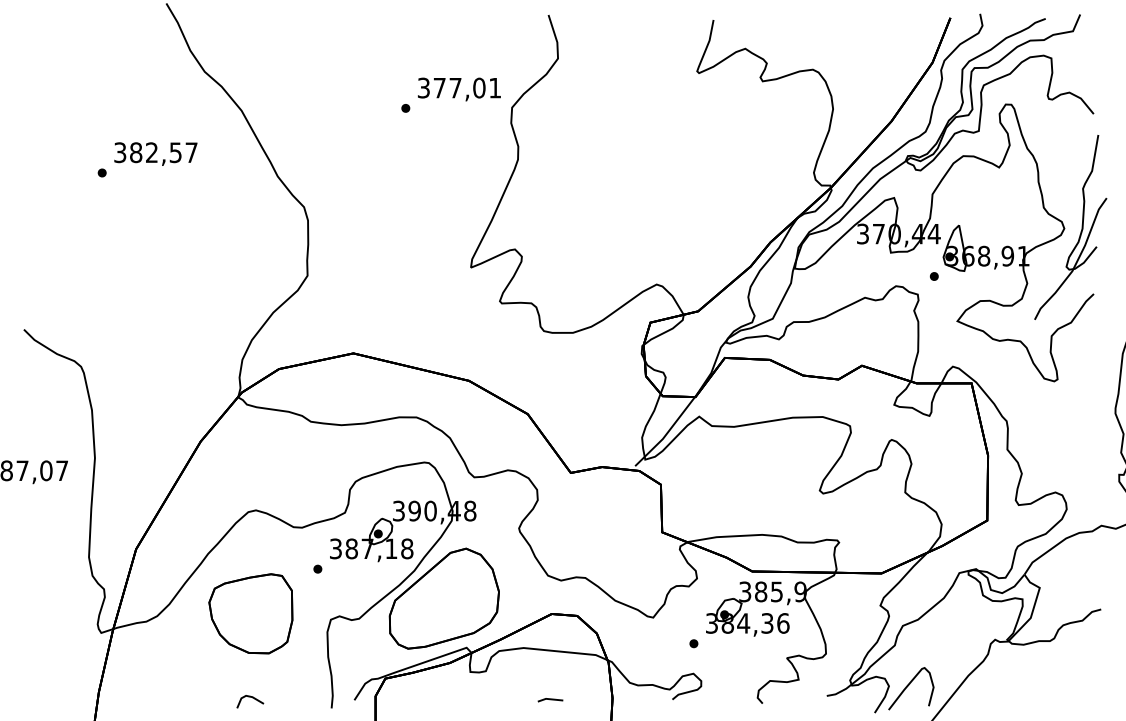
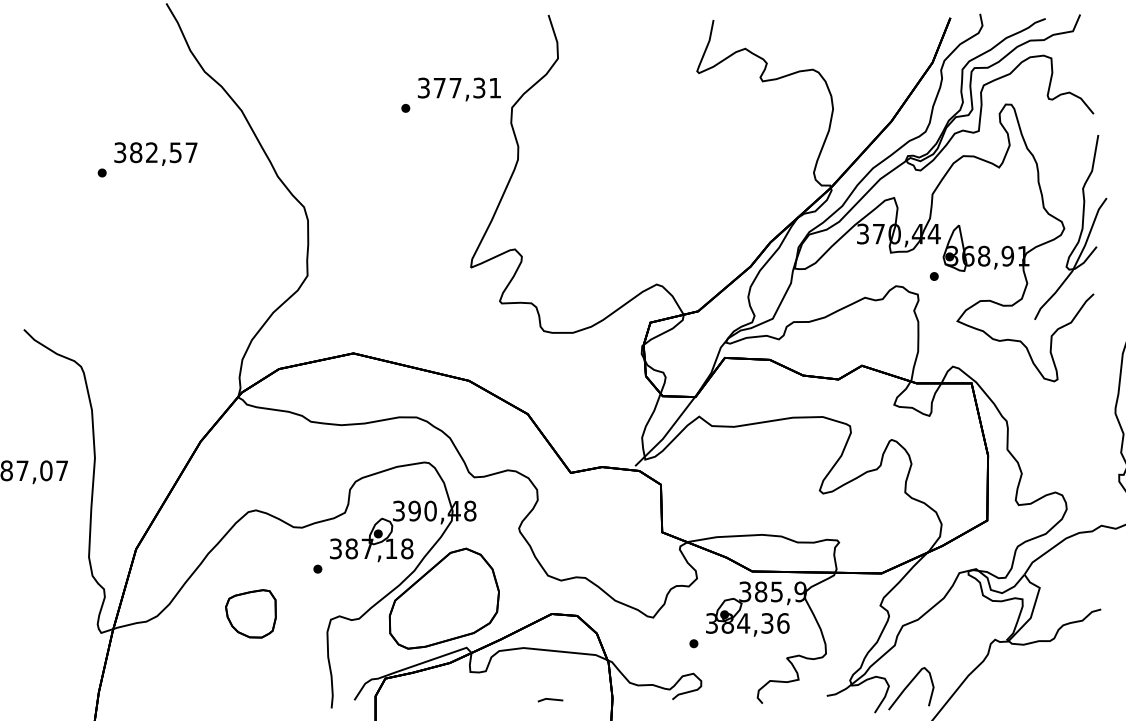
text at (479, 87): 377,01 -> 377,31
part at (250, 613) size: 86x82 px -> 52x50 px
line at (252, 698): present -> none
